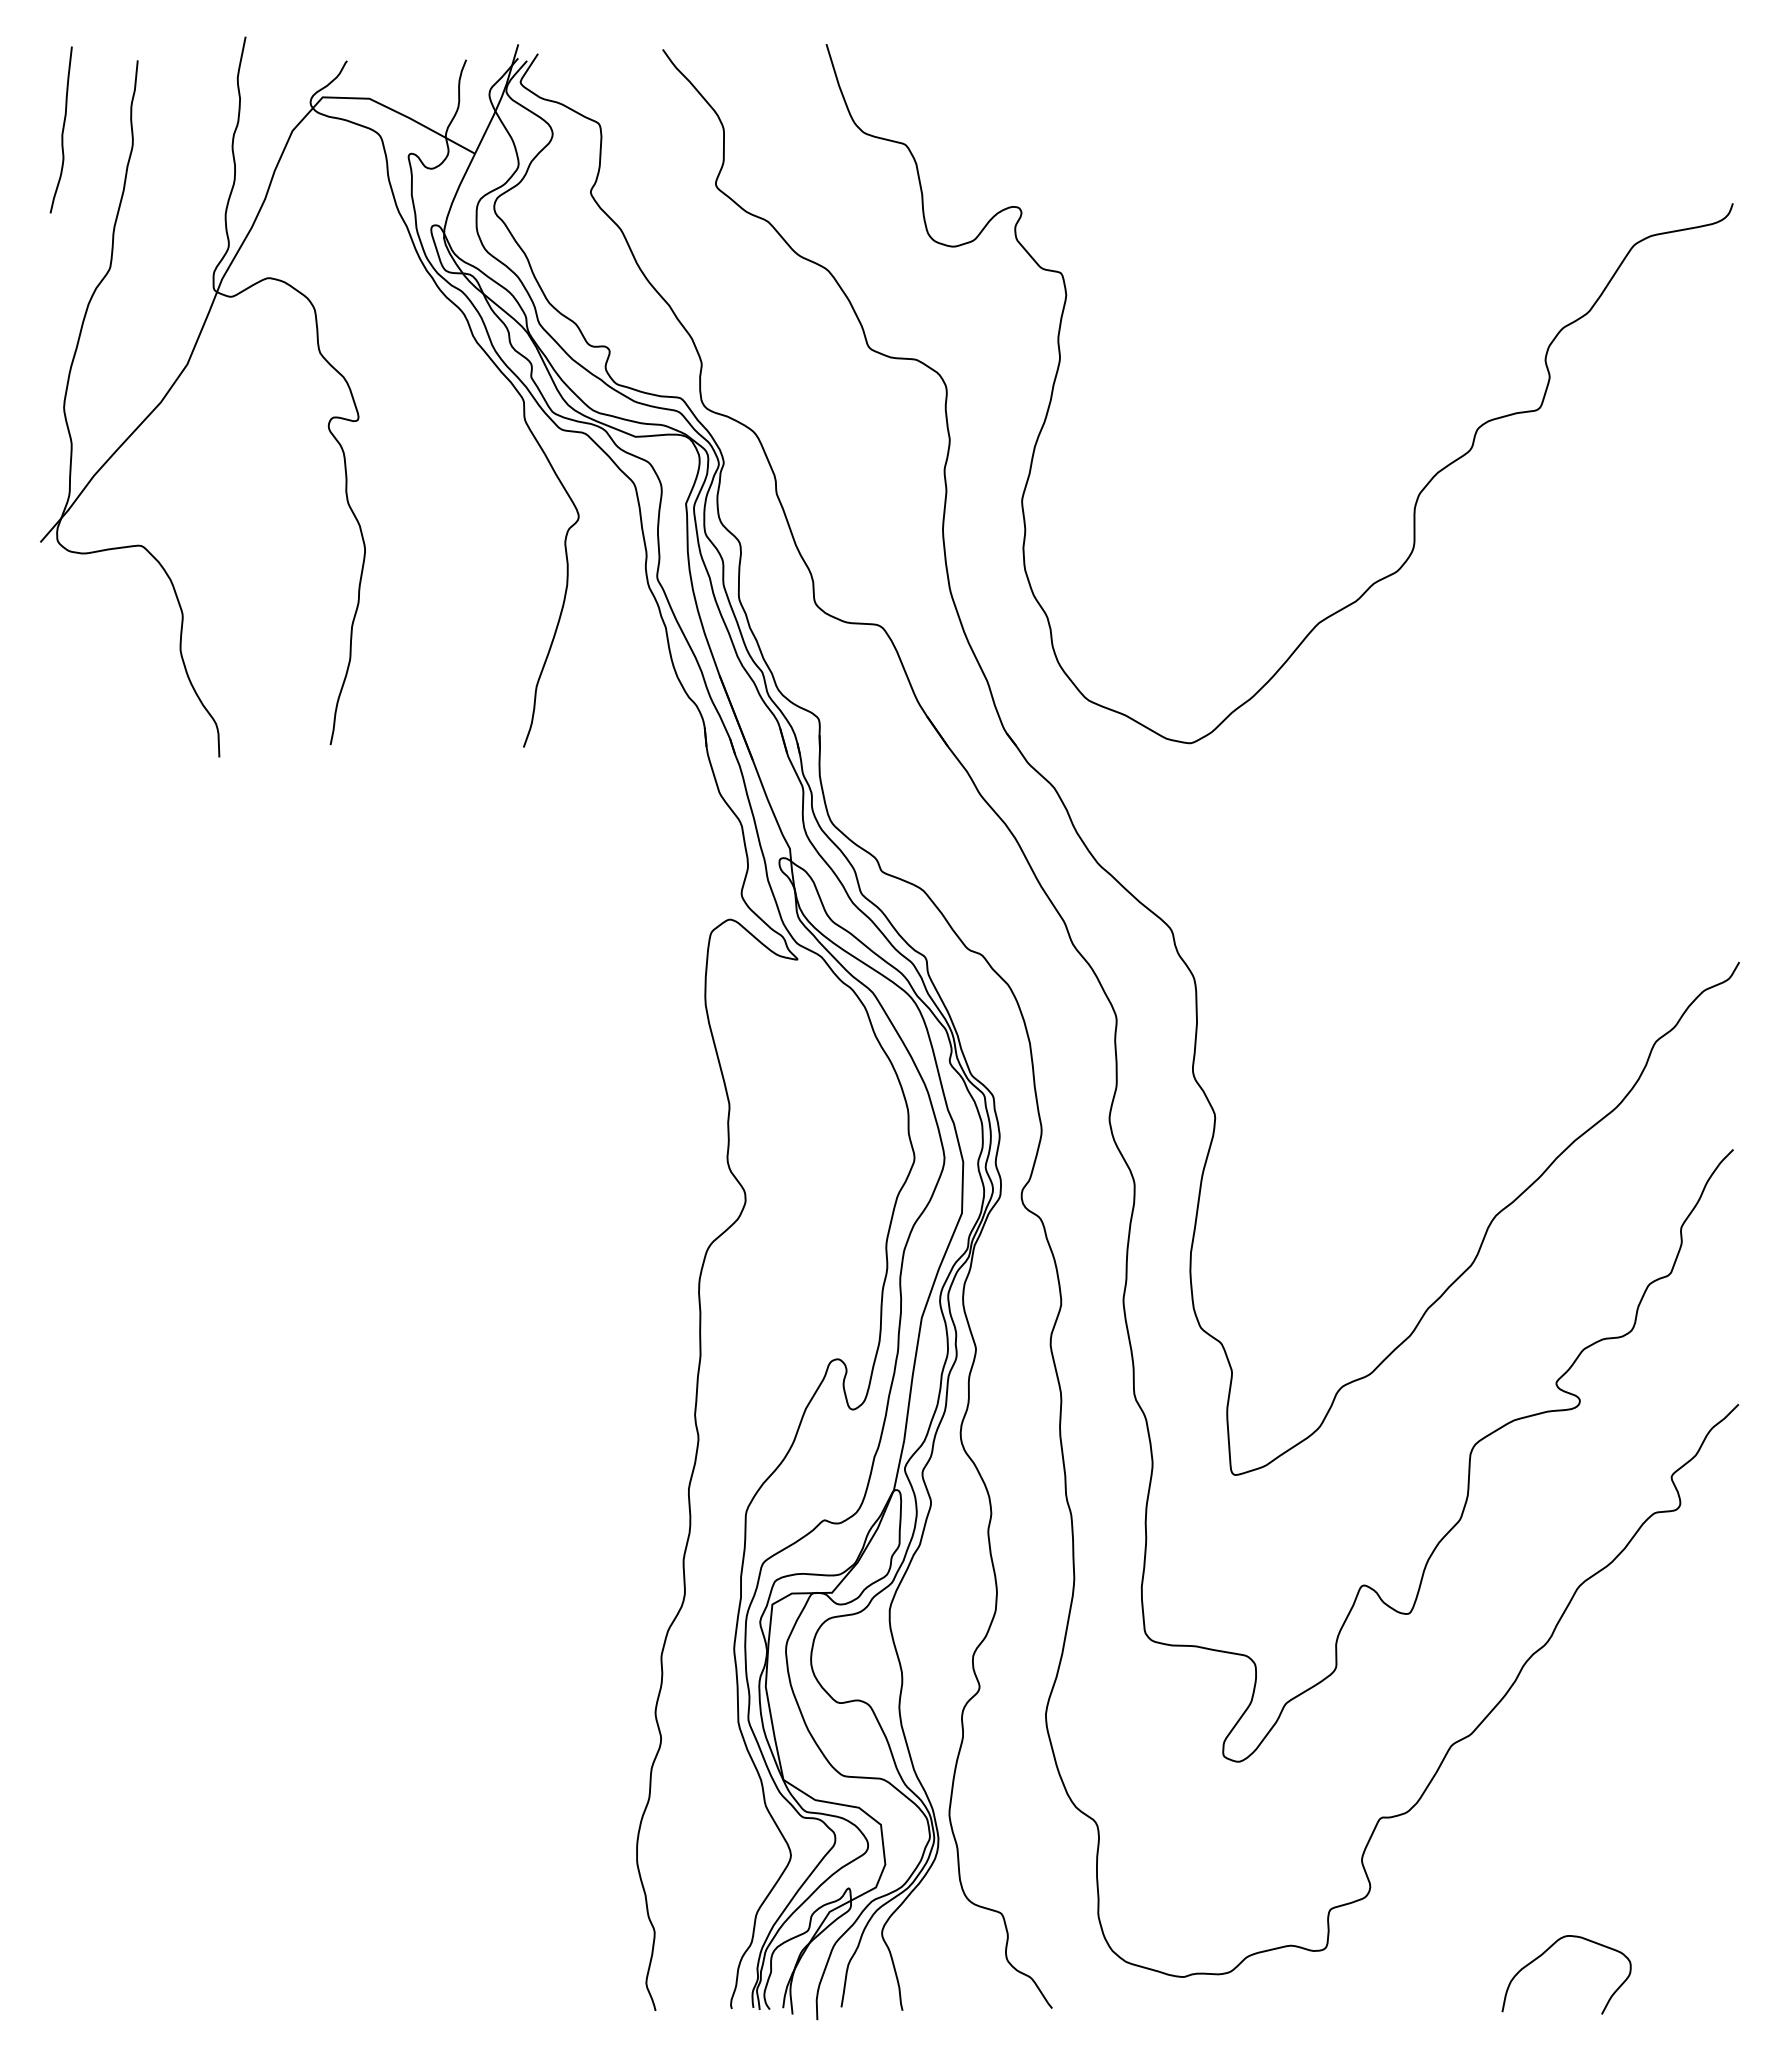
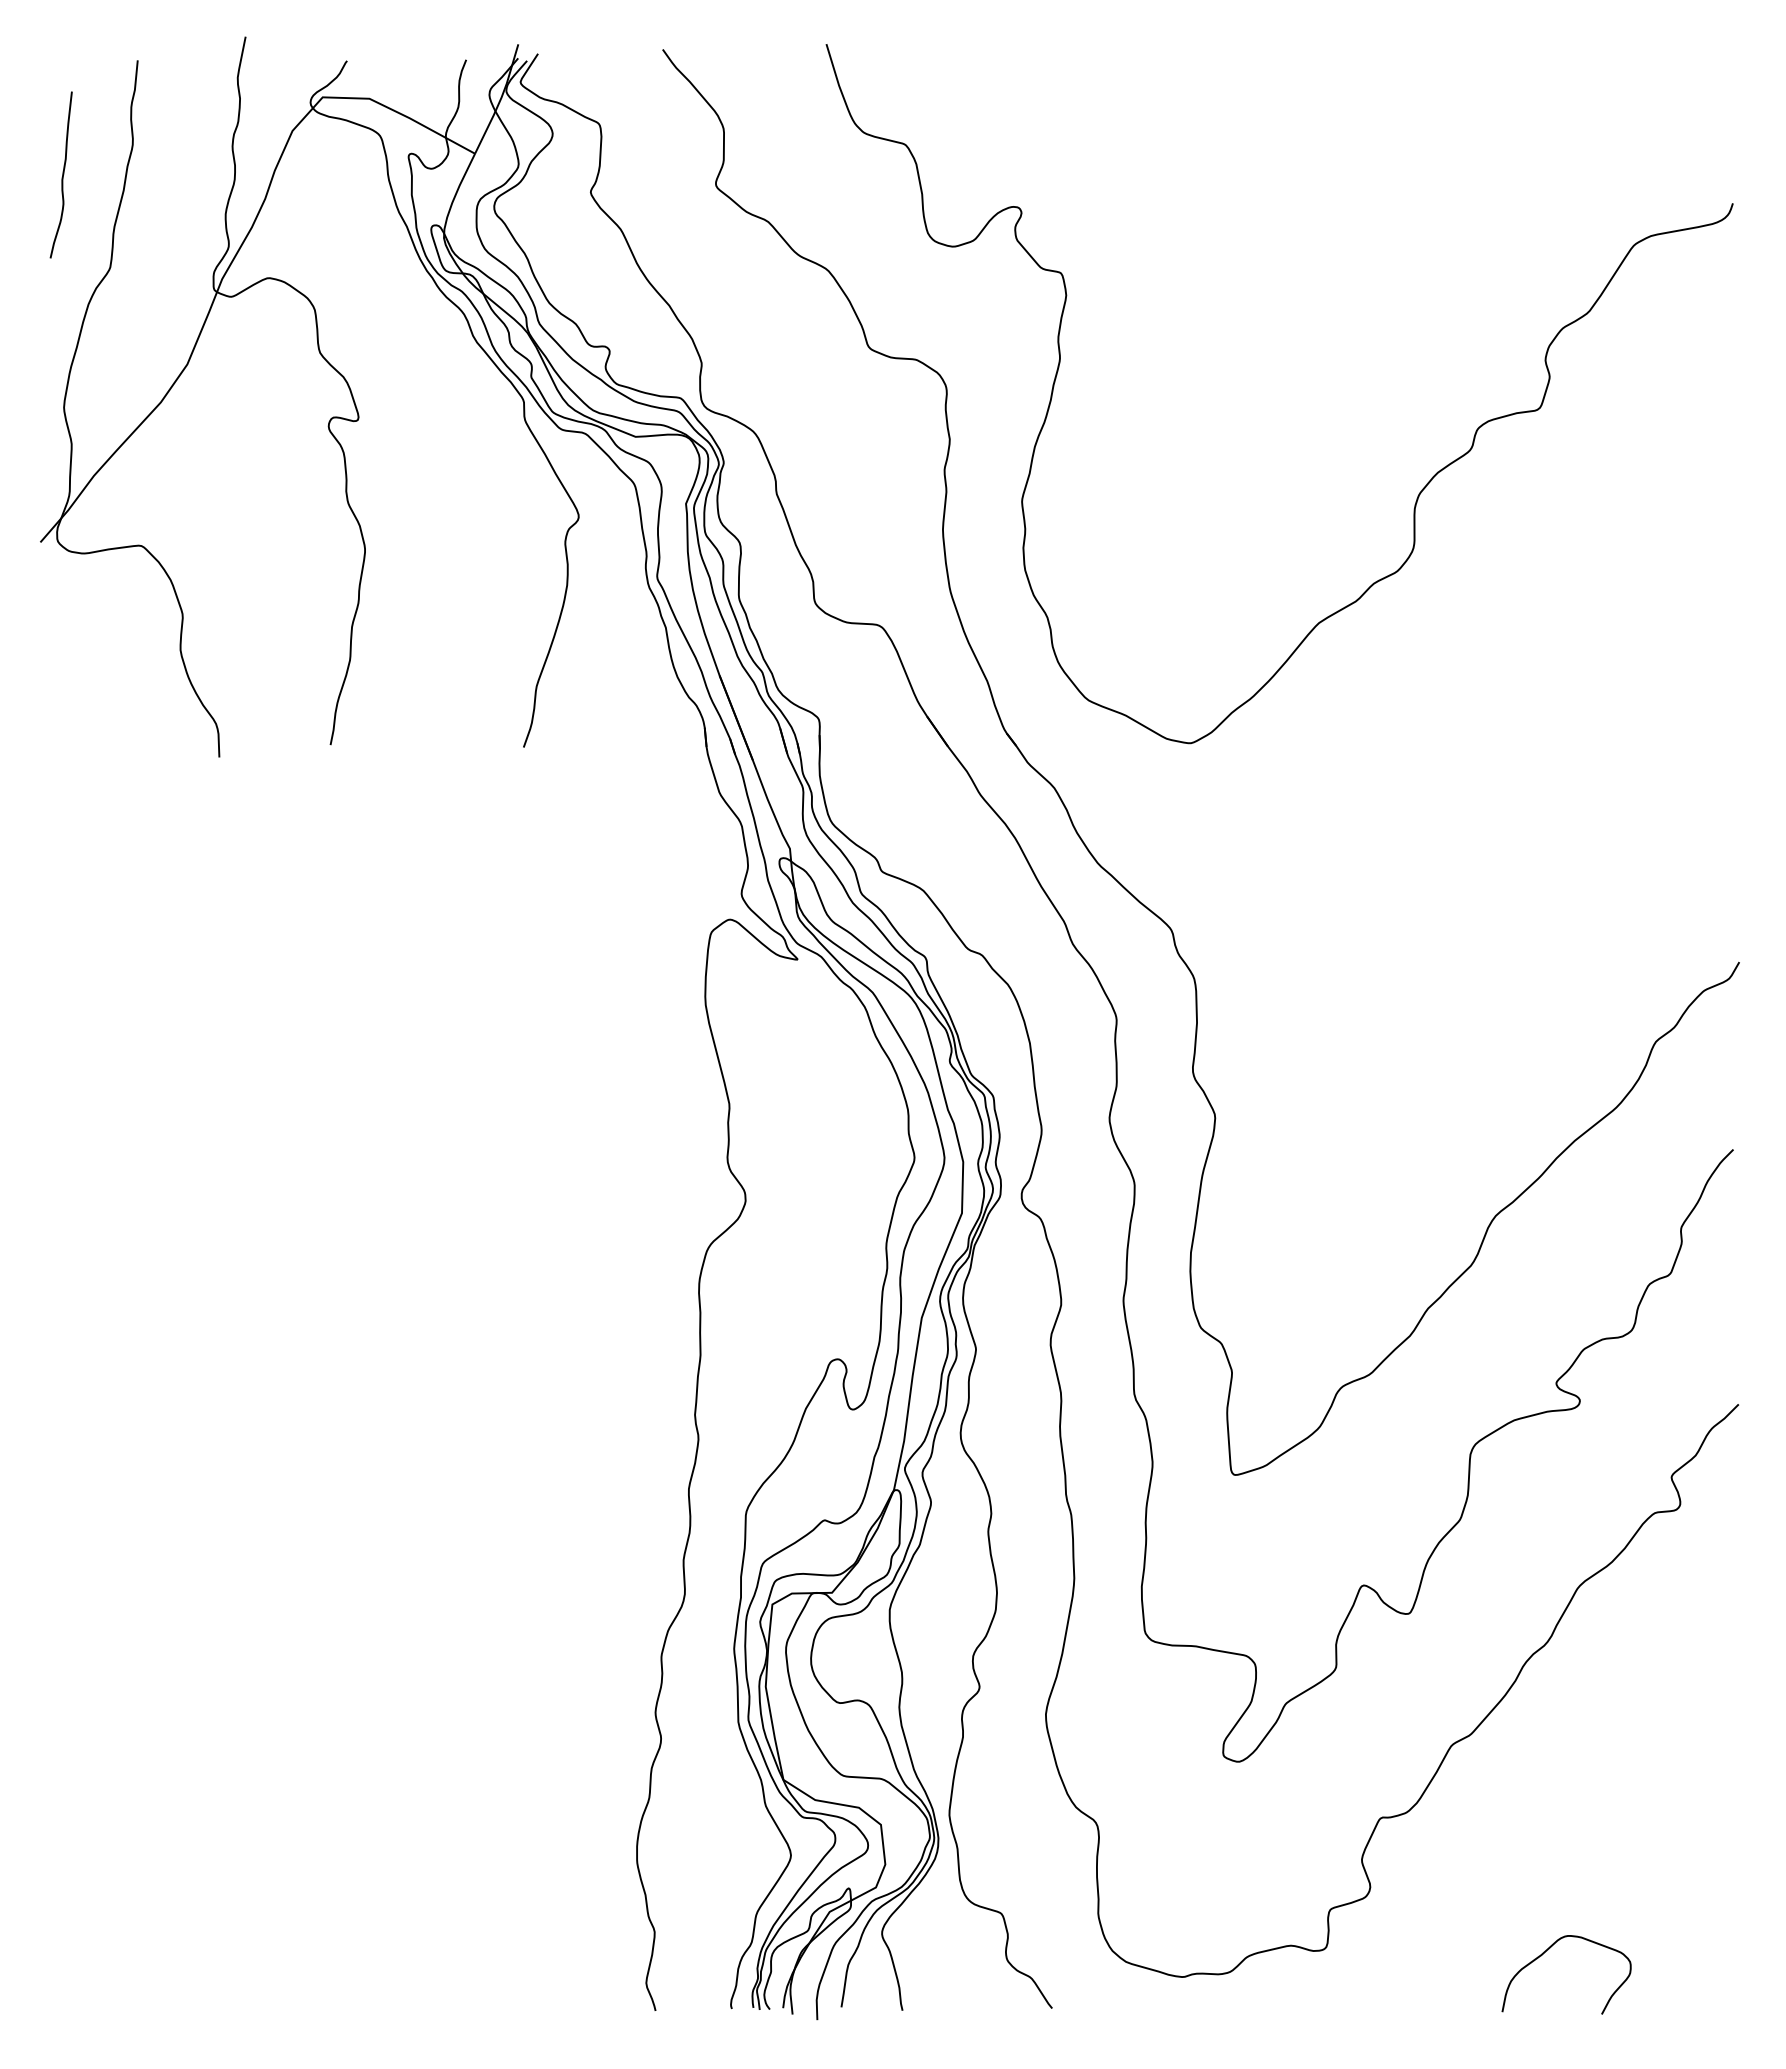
curve at (62, 129) position: (62, 129) -> (62, 174)
